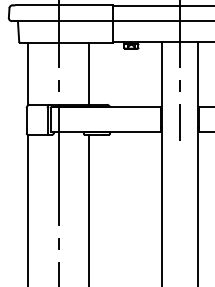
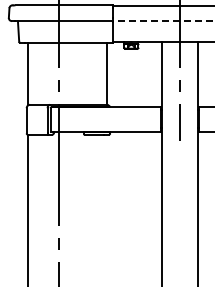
line at (163, 20): solid -> dashed
line at (88, 73) position: (88, 73) -> (106, 73)
line at (88, 208): present -> none
